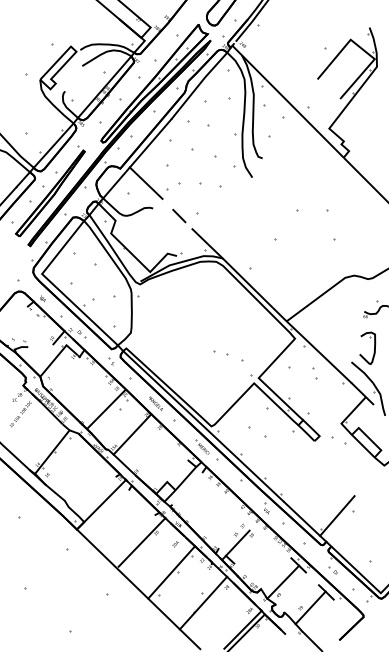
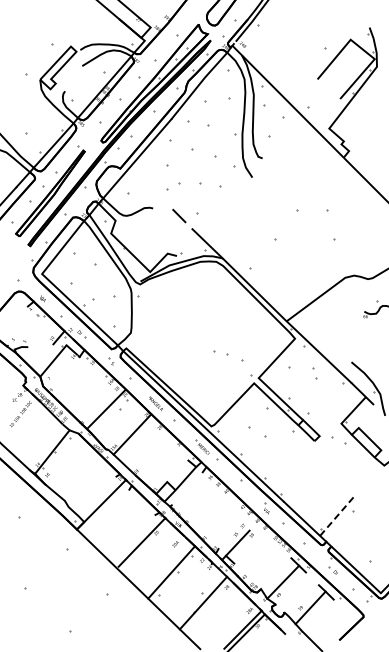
line at (145, 182): present -> none
part at (374, 347): present -> none
line at (337, 515): solid -> dashed
